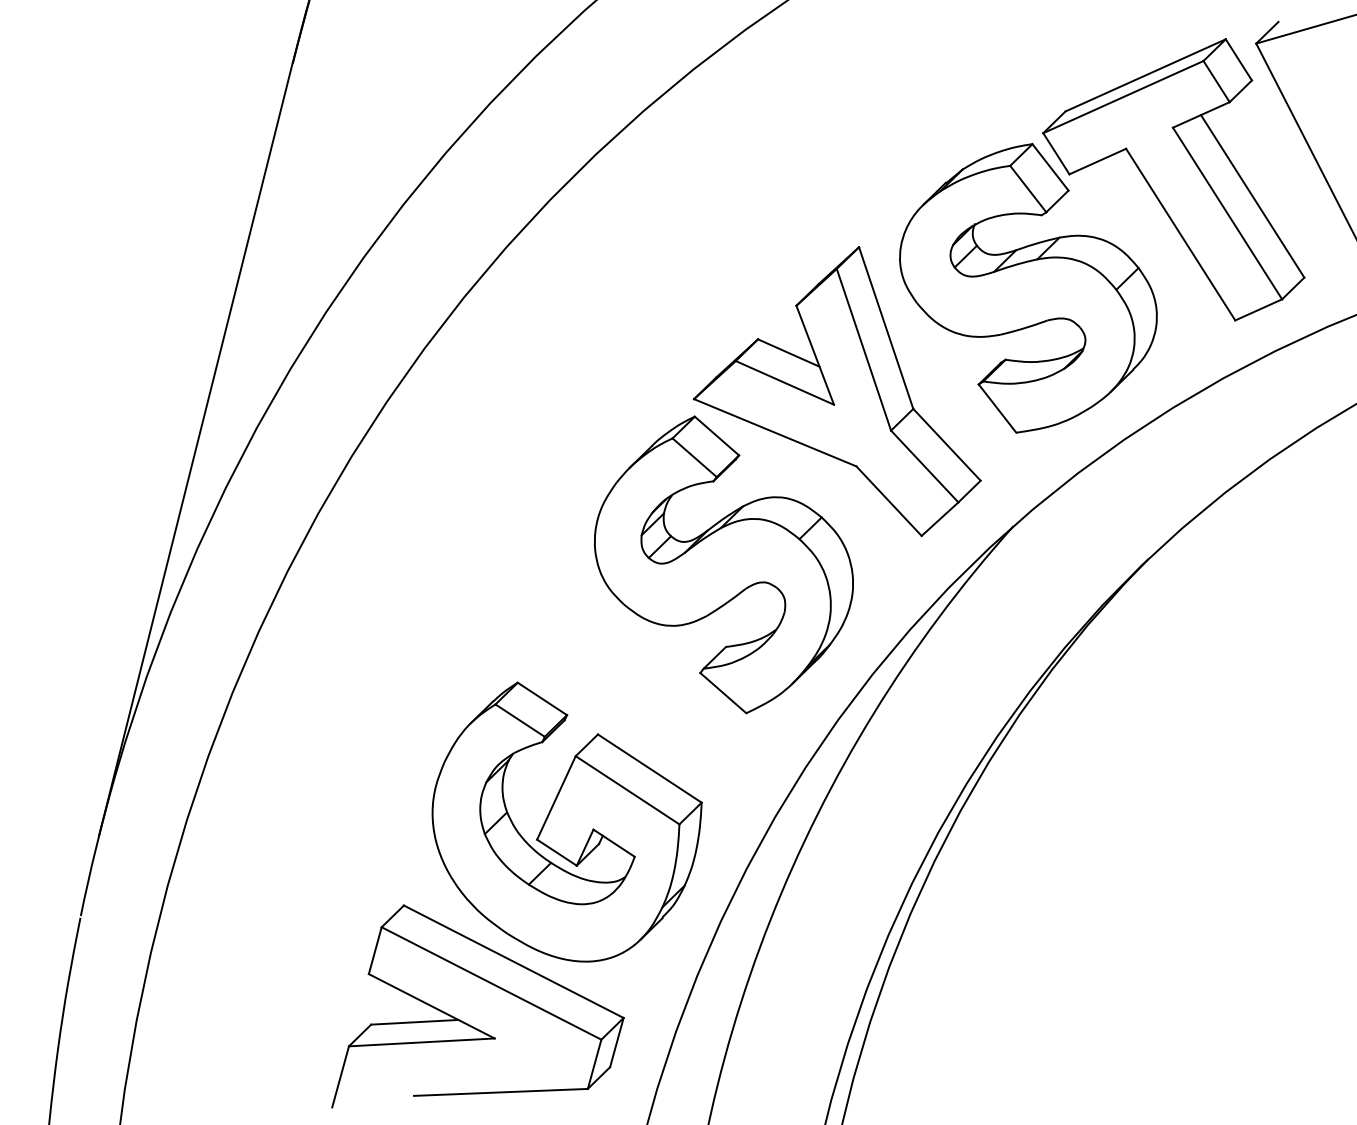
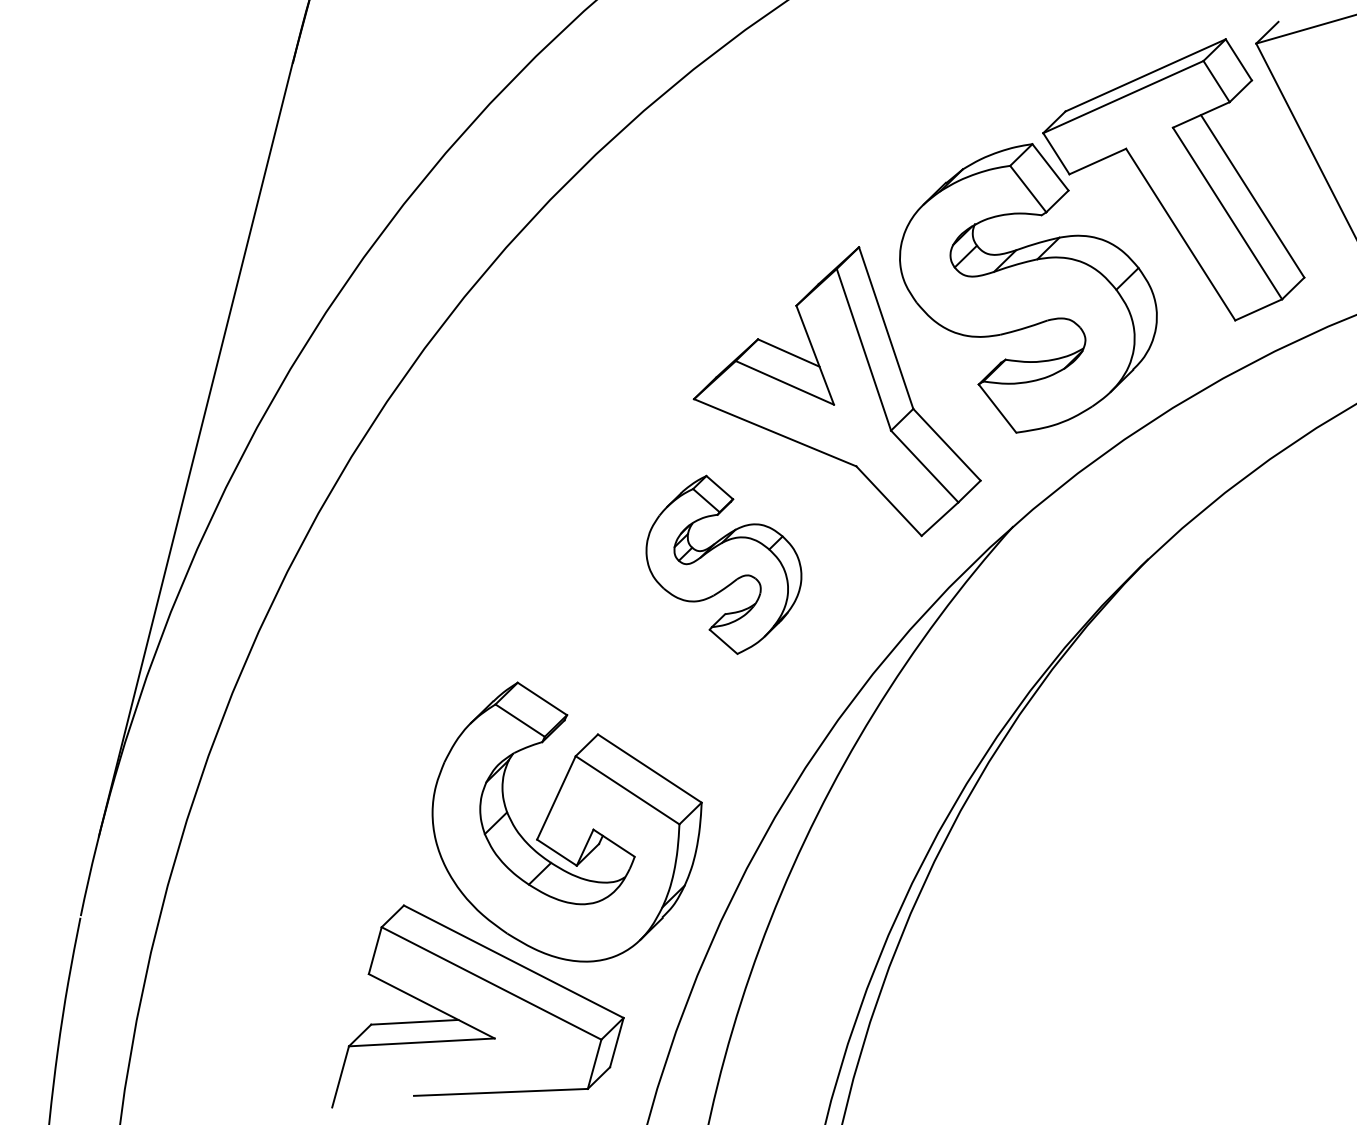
part at (723, 564) size: 260x300 px -> 158x181 px
